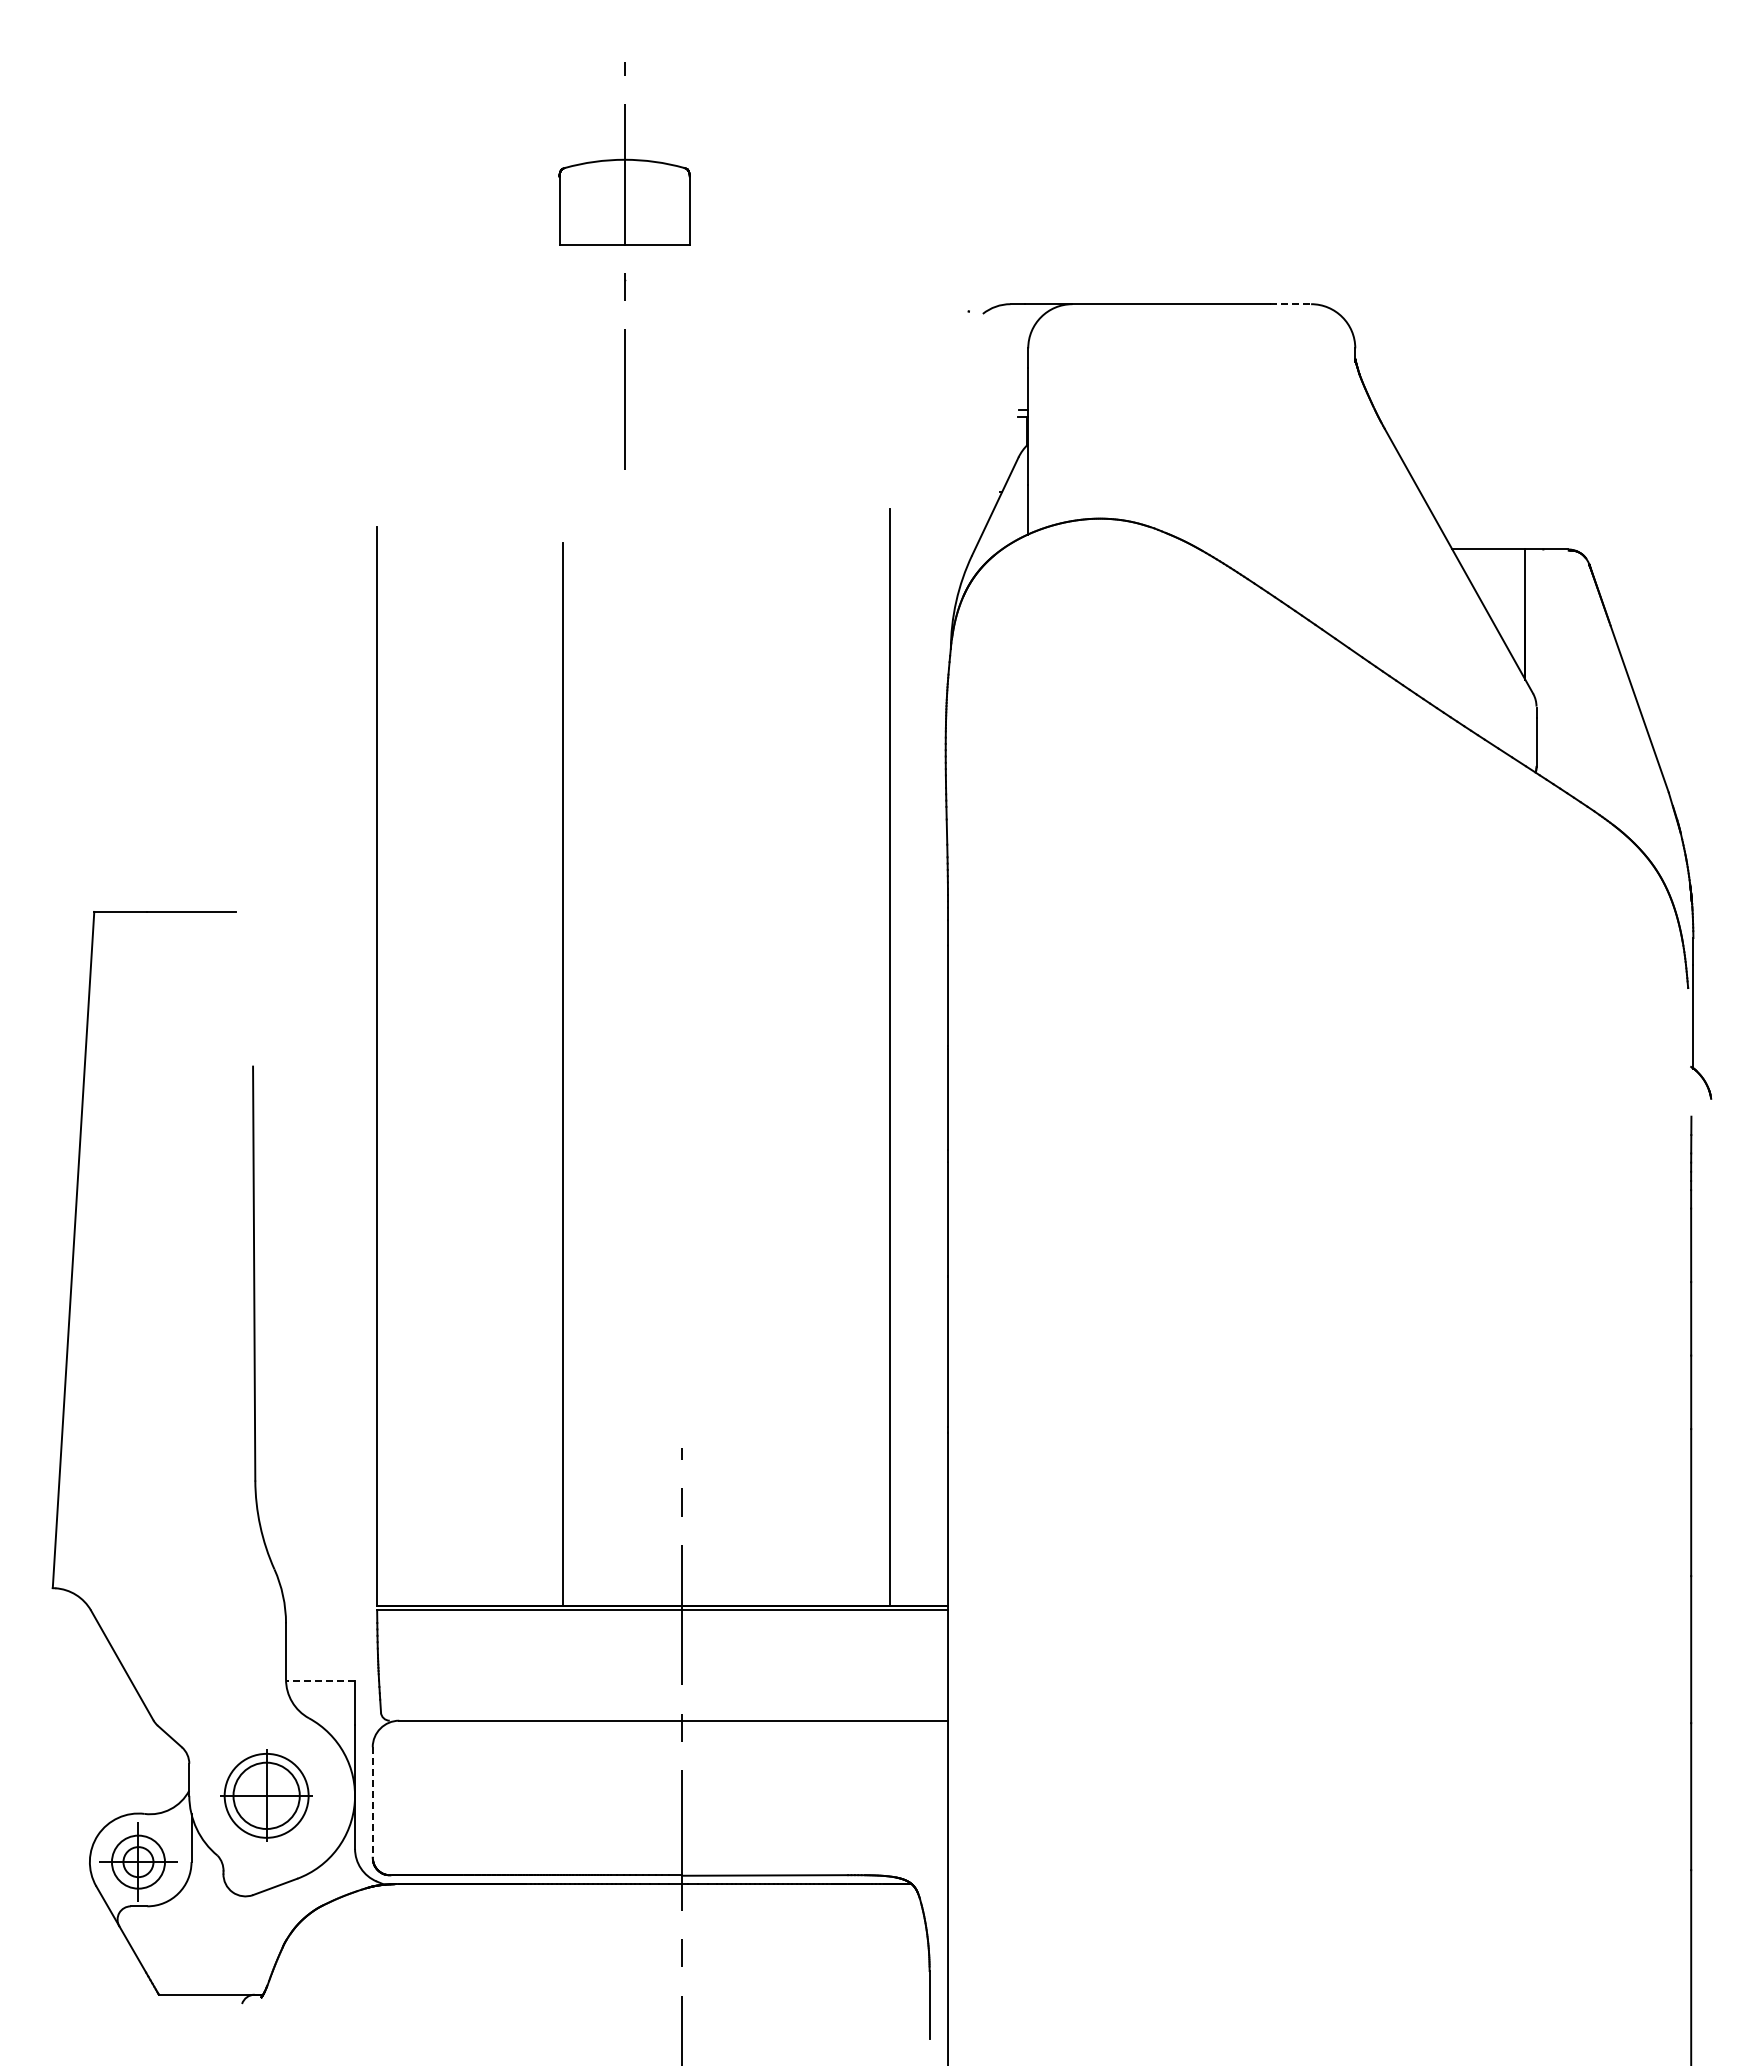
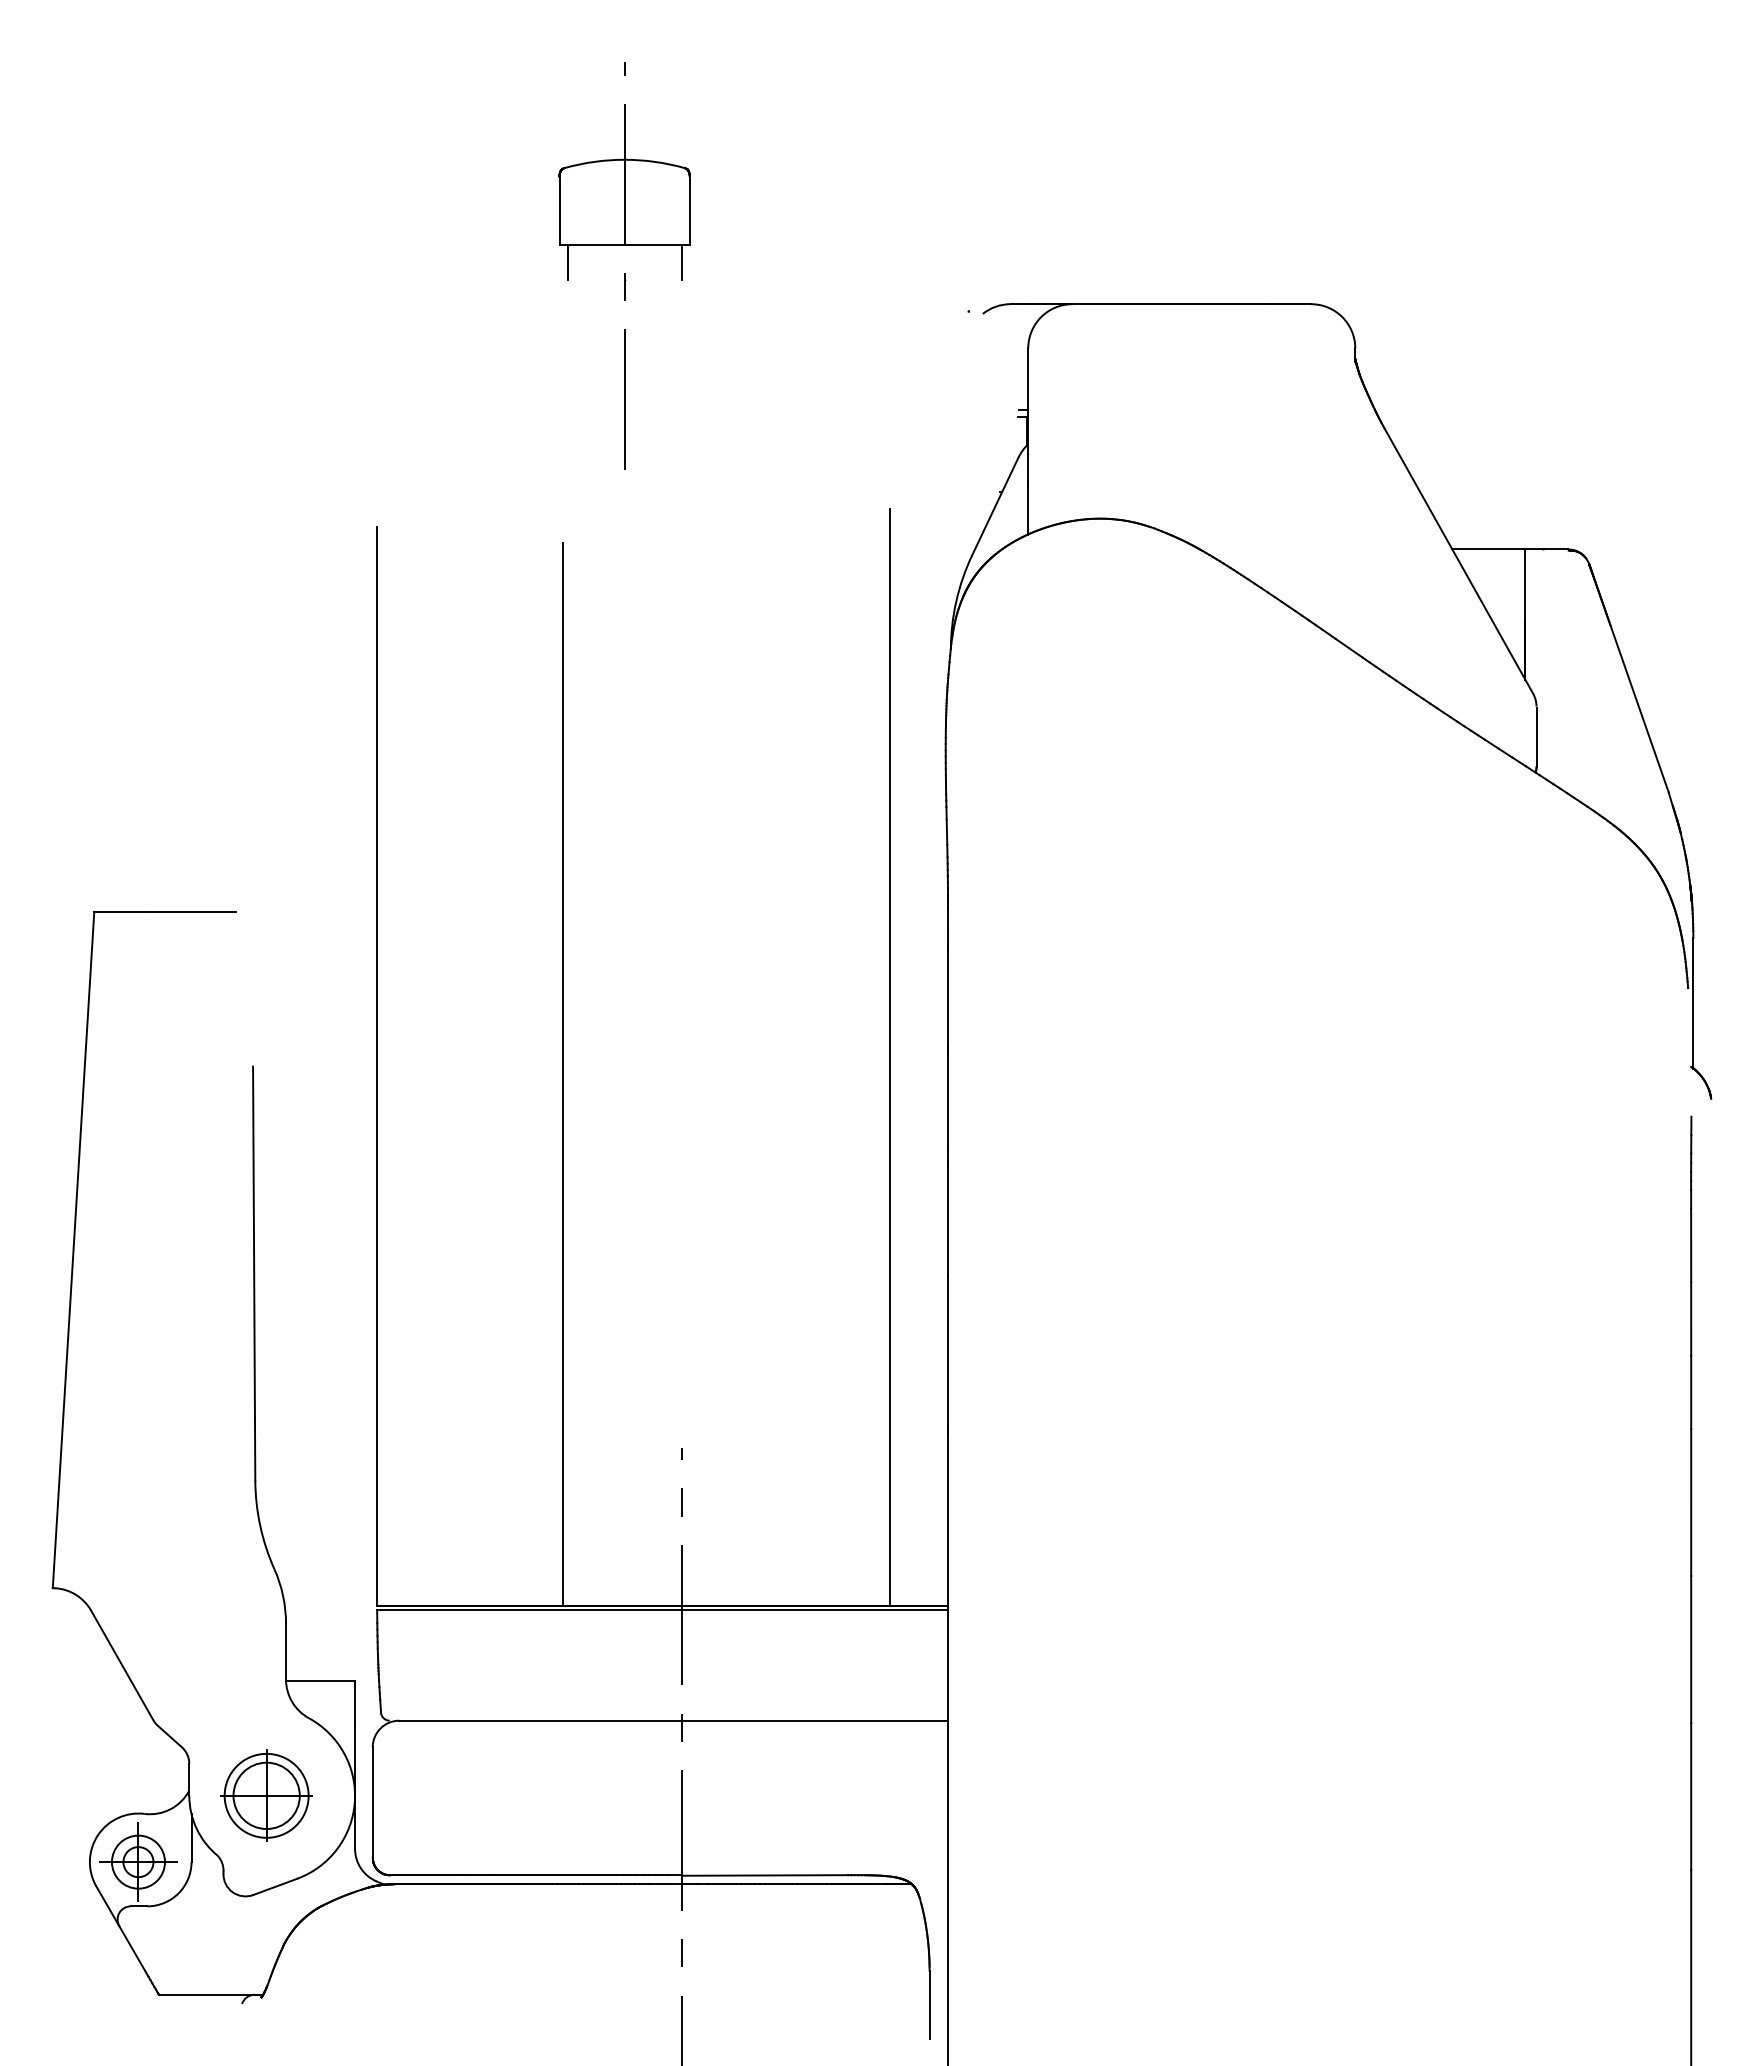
line at (567, 261): none -> present
line at (681, 261): none -> present
line at (1290, 304): dashed -> solid
line at (320, 1680): dashed -> solid
line at (372, 1803): dashed -> solid
